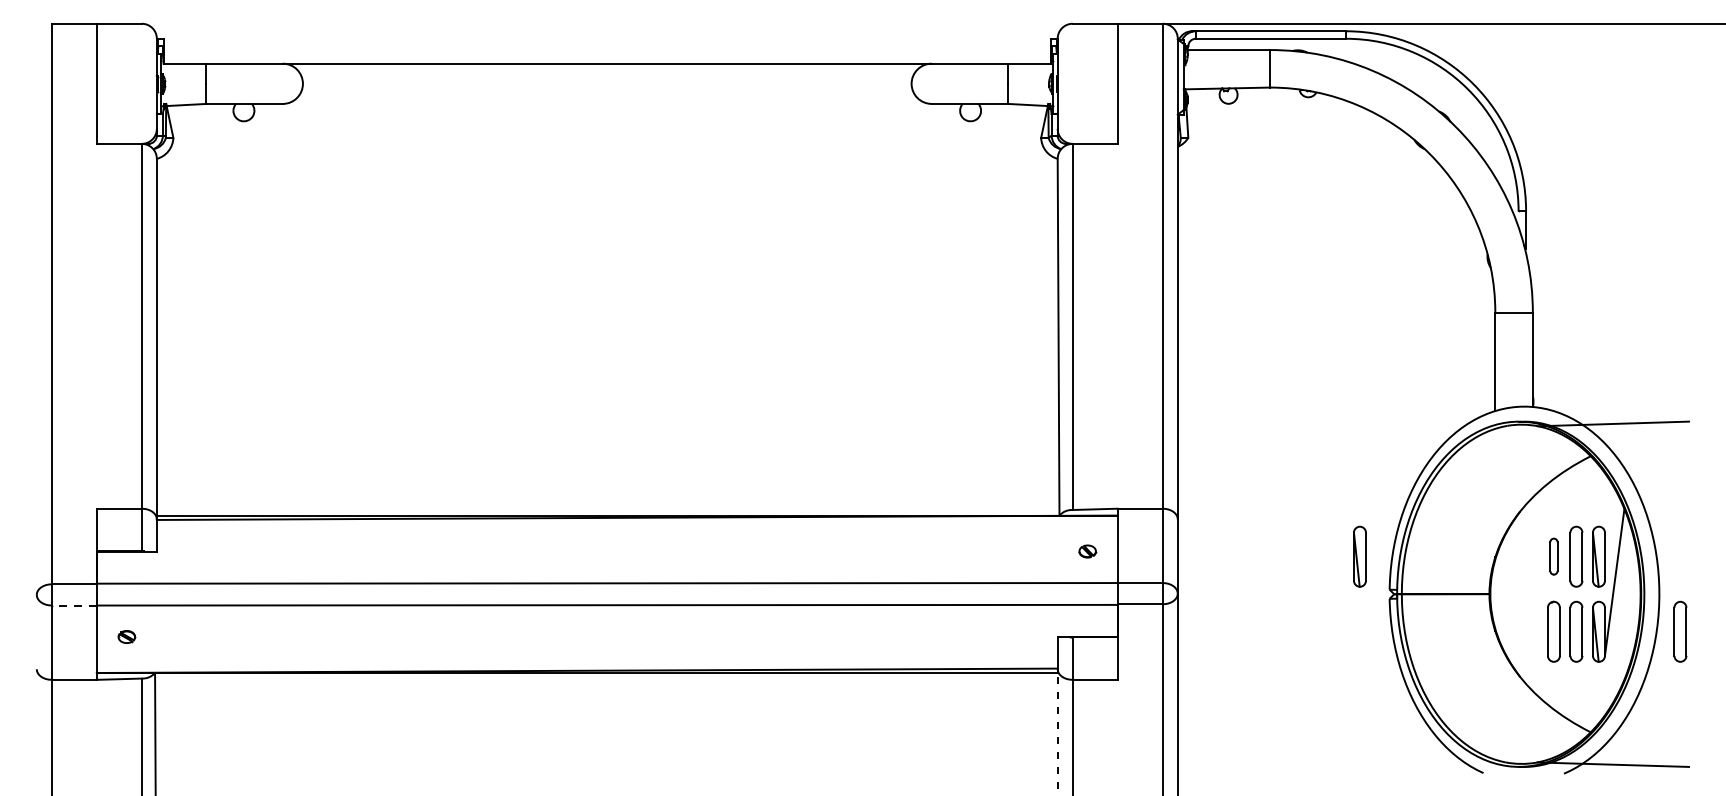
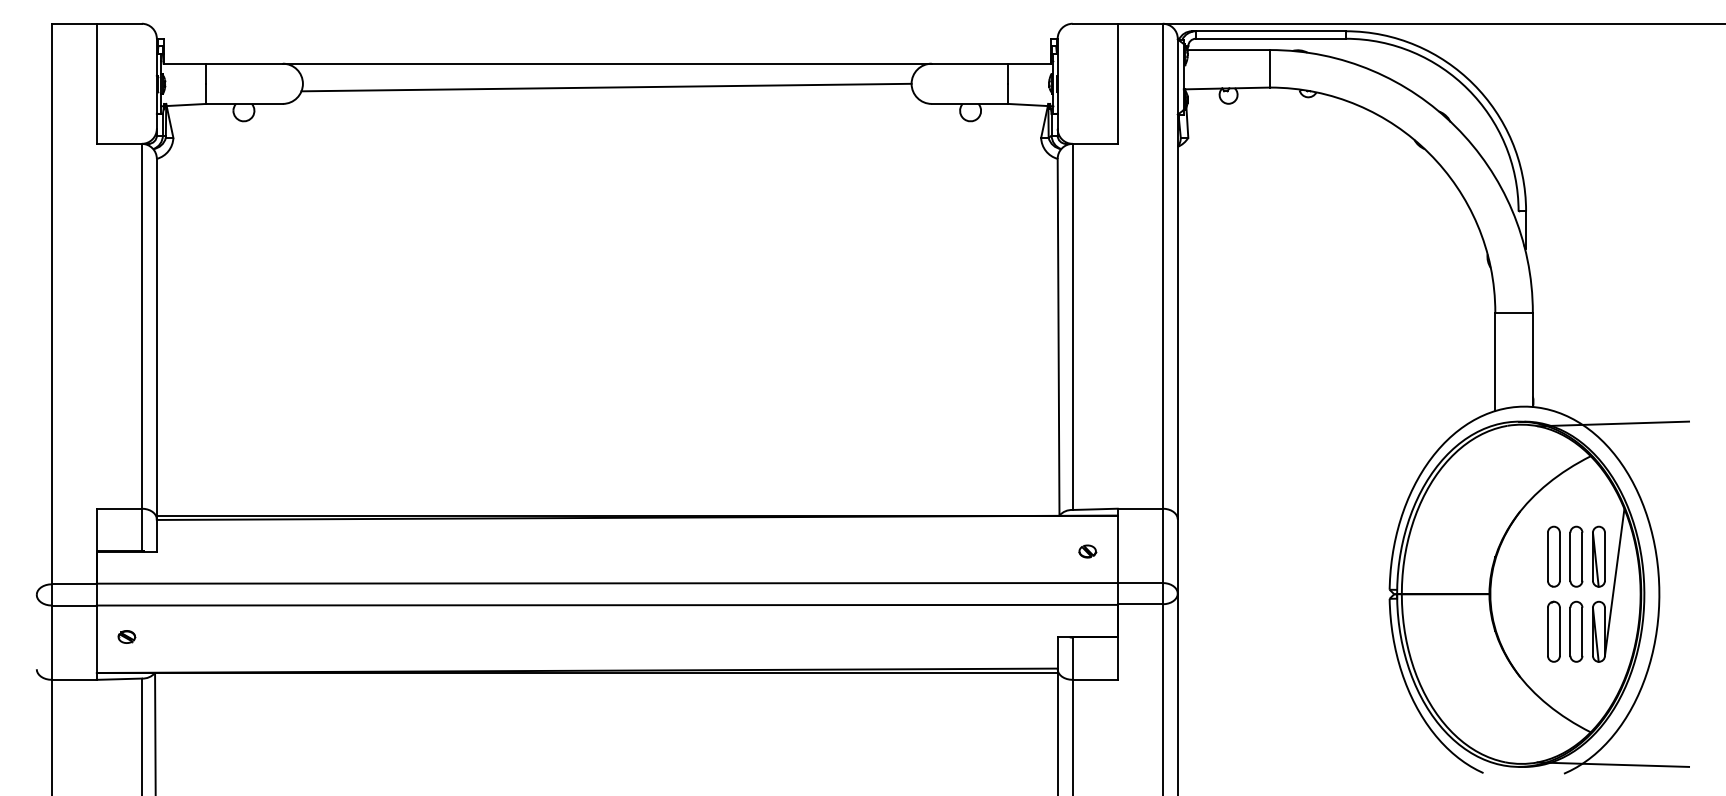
line at (606, 87): none -> present
part at (1359, 556): present -> none
part at (1553, 556) size: 10x39 px -> 14x63 px
line at (74, 605): dashed -> solid
part at (1680, 631): present -> none
line at (1057, 733): dashed -> solid
